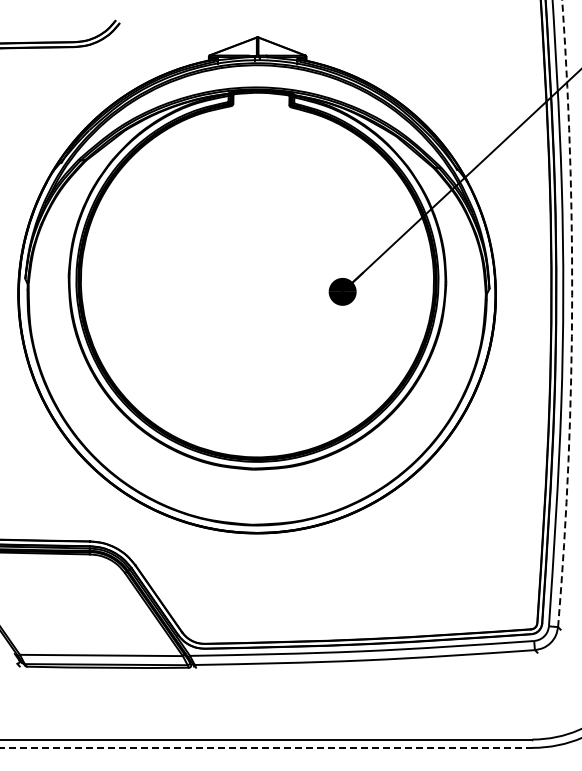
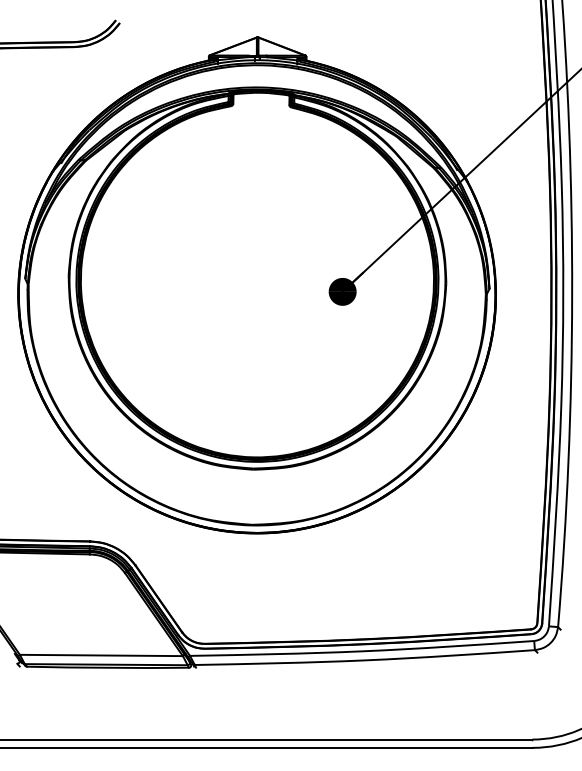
arc at (572, 313): dashed -> solid
line at (266, 747): dashed -> solid
